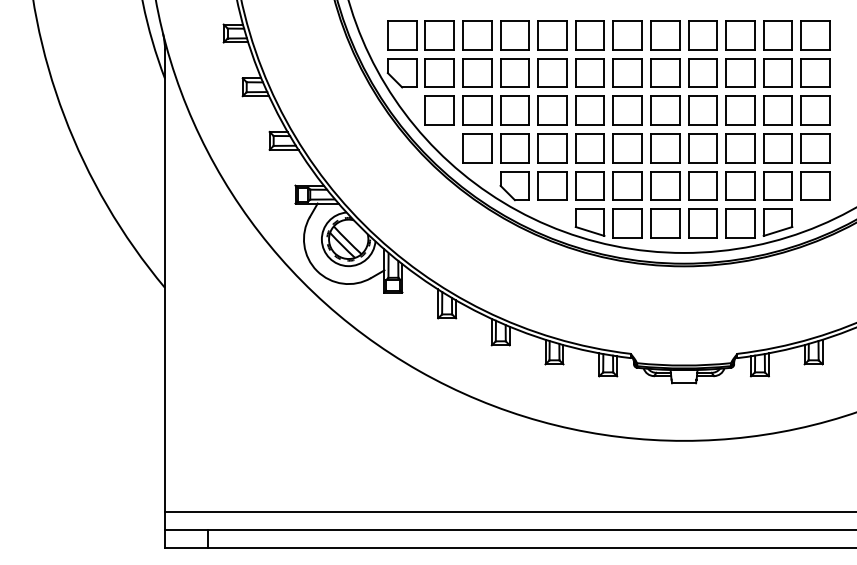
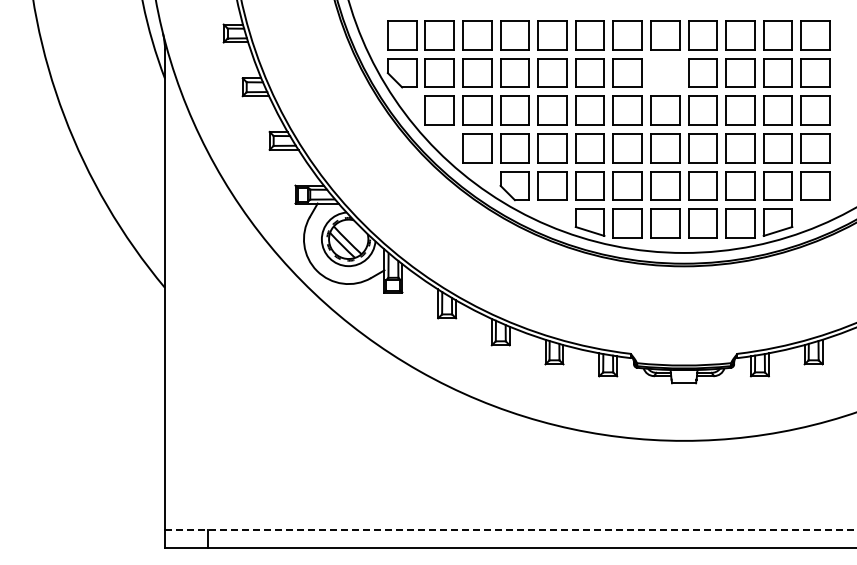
part at (665, 72): present -> none
line at (509, 512): present -> none
line at (510, 530): solid -> dashed
